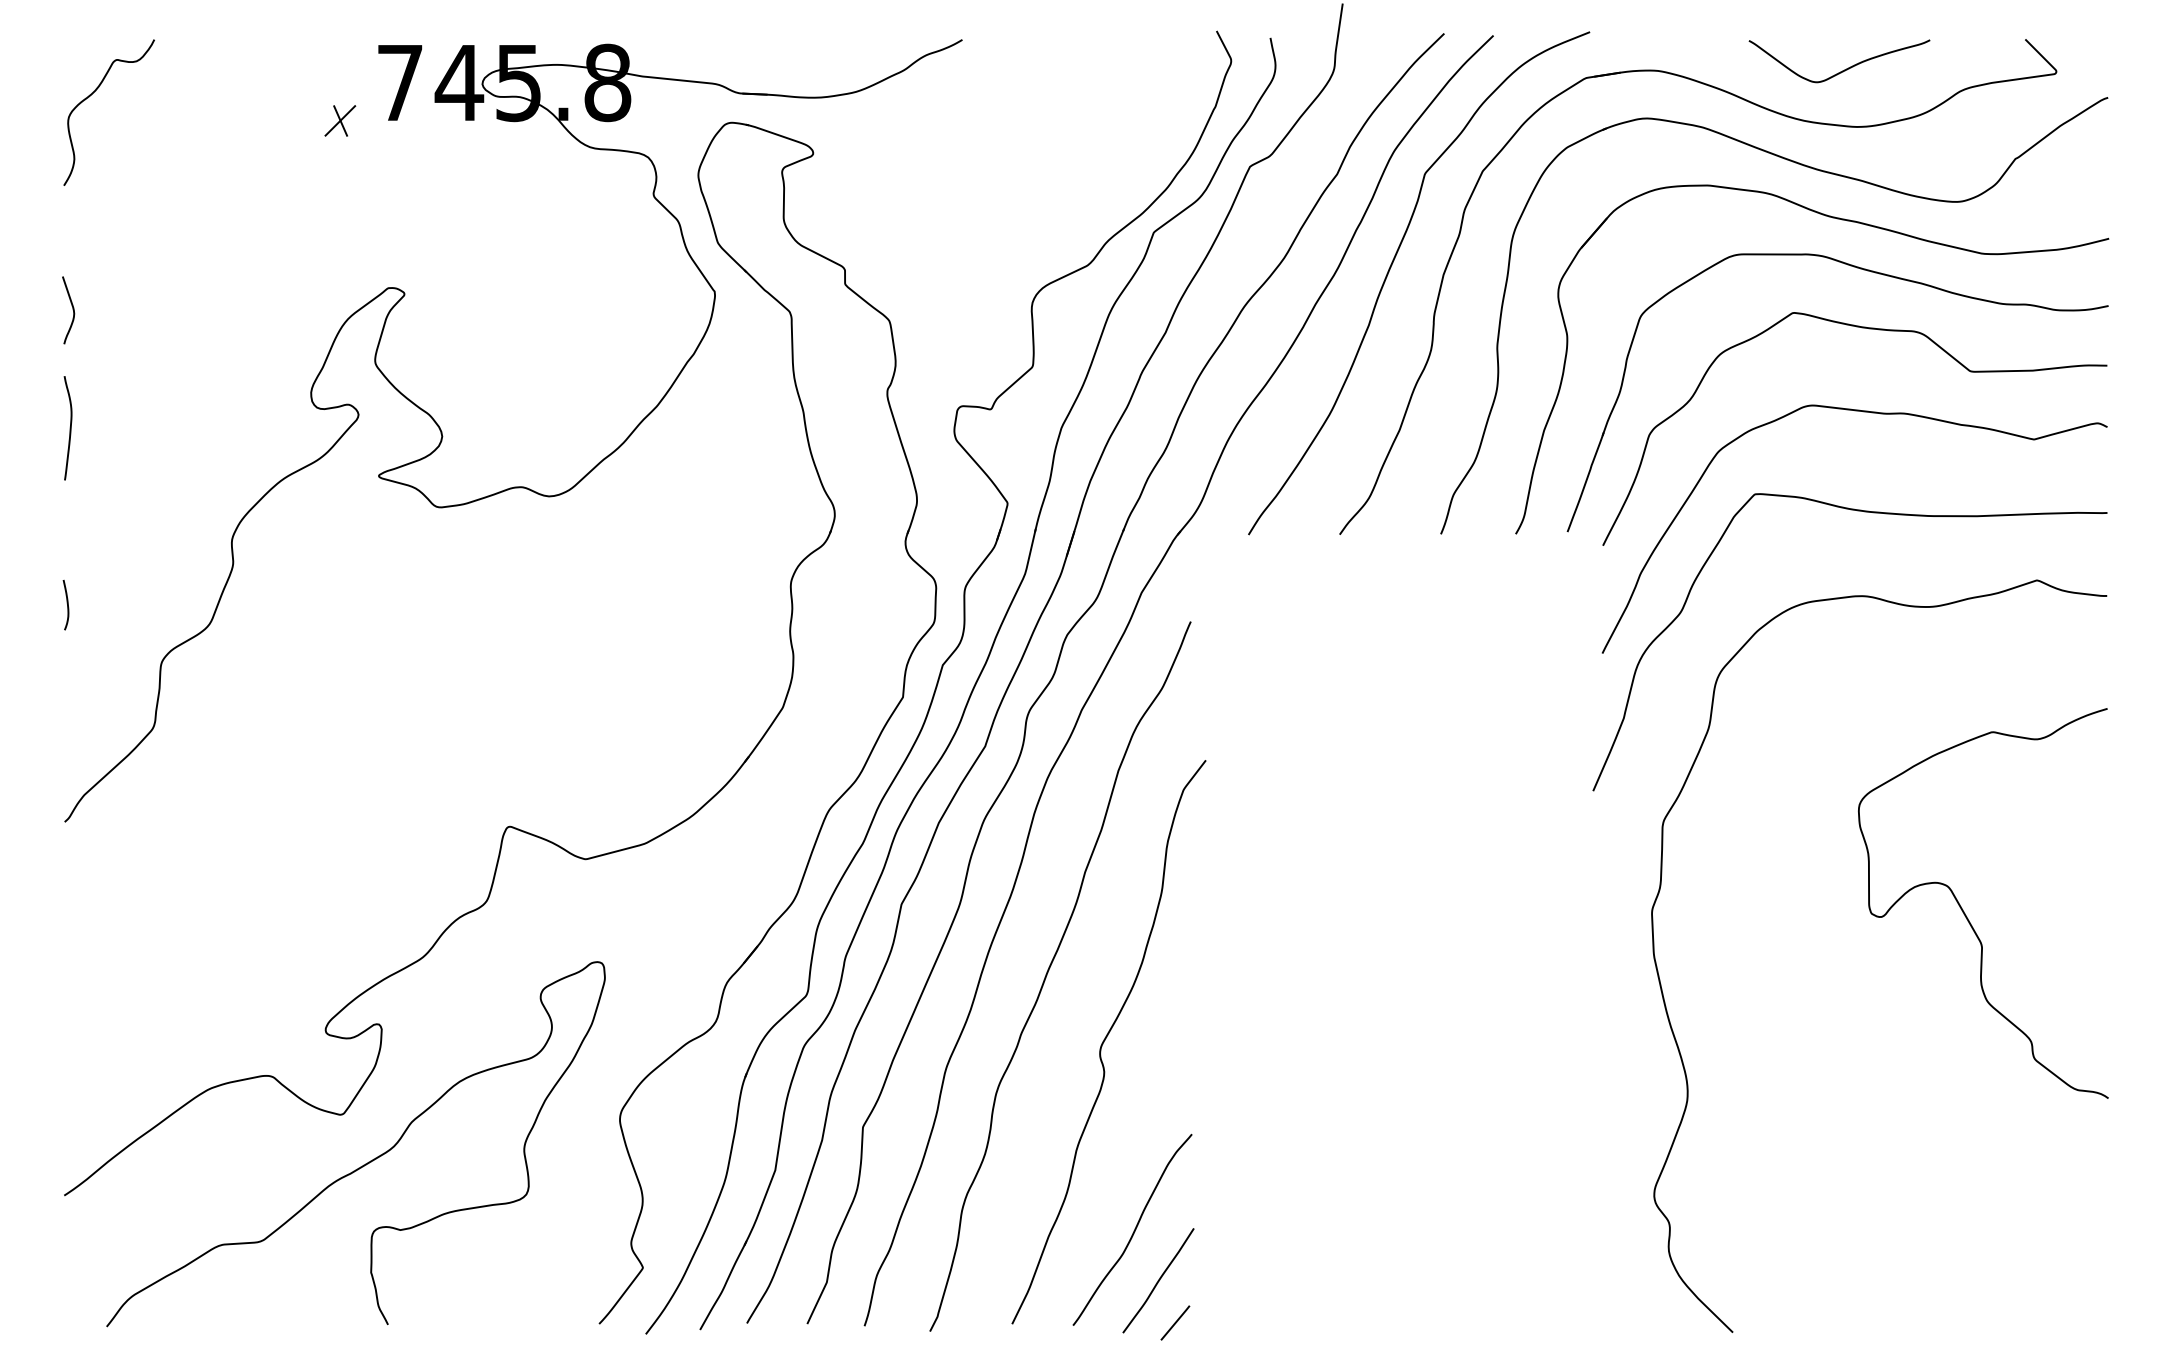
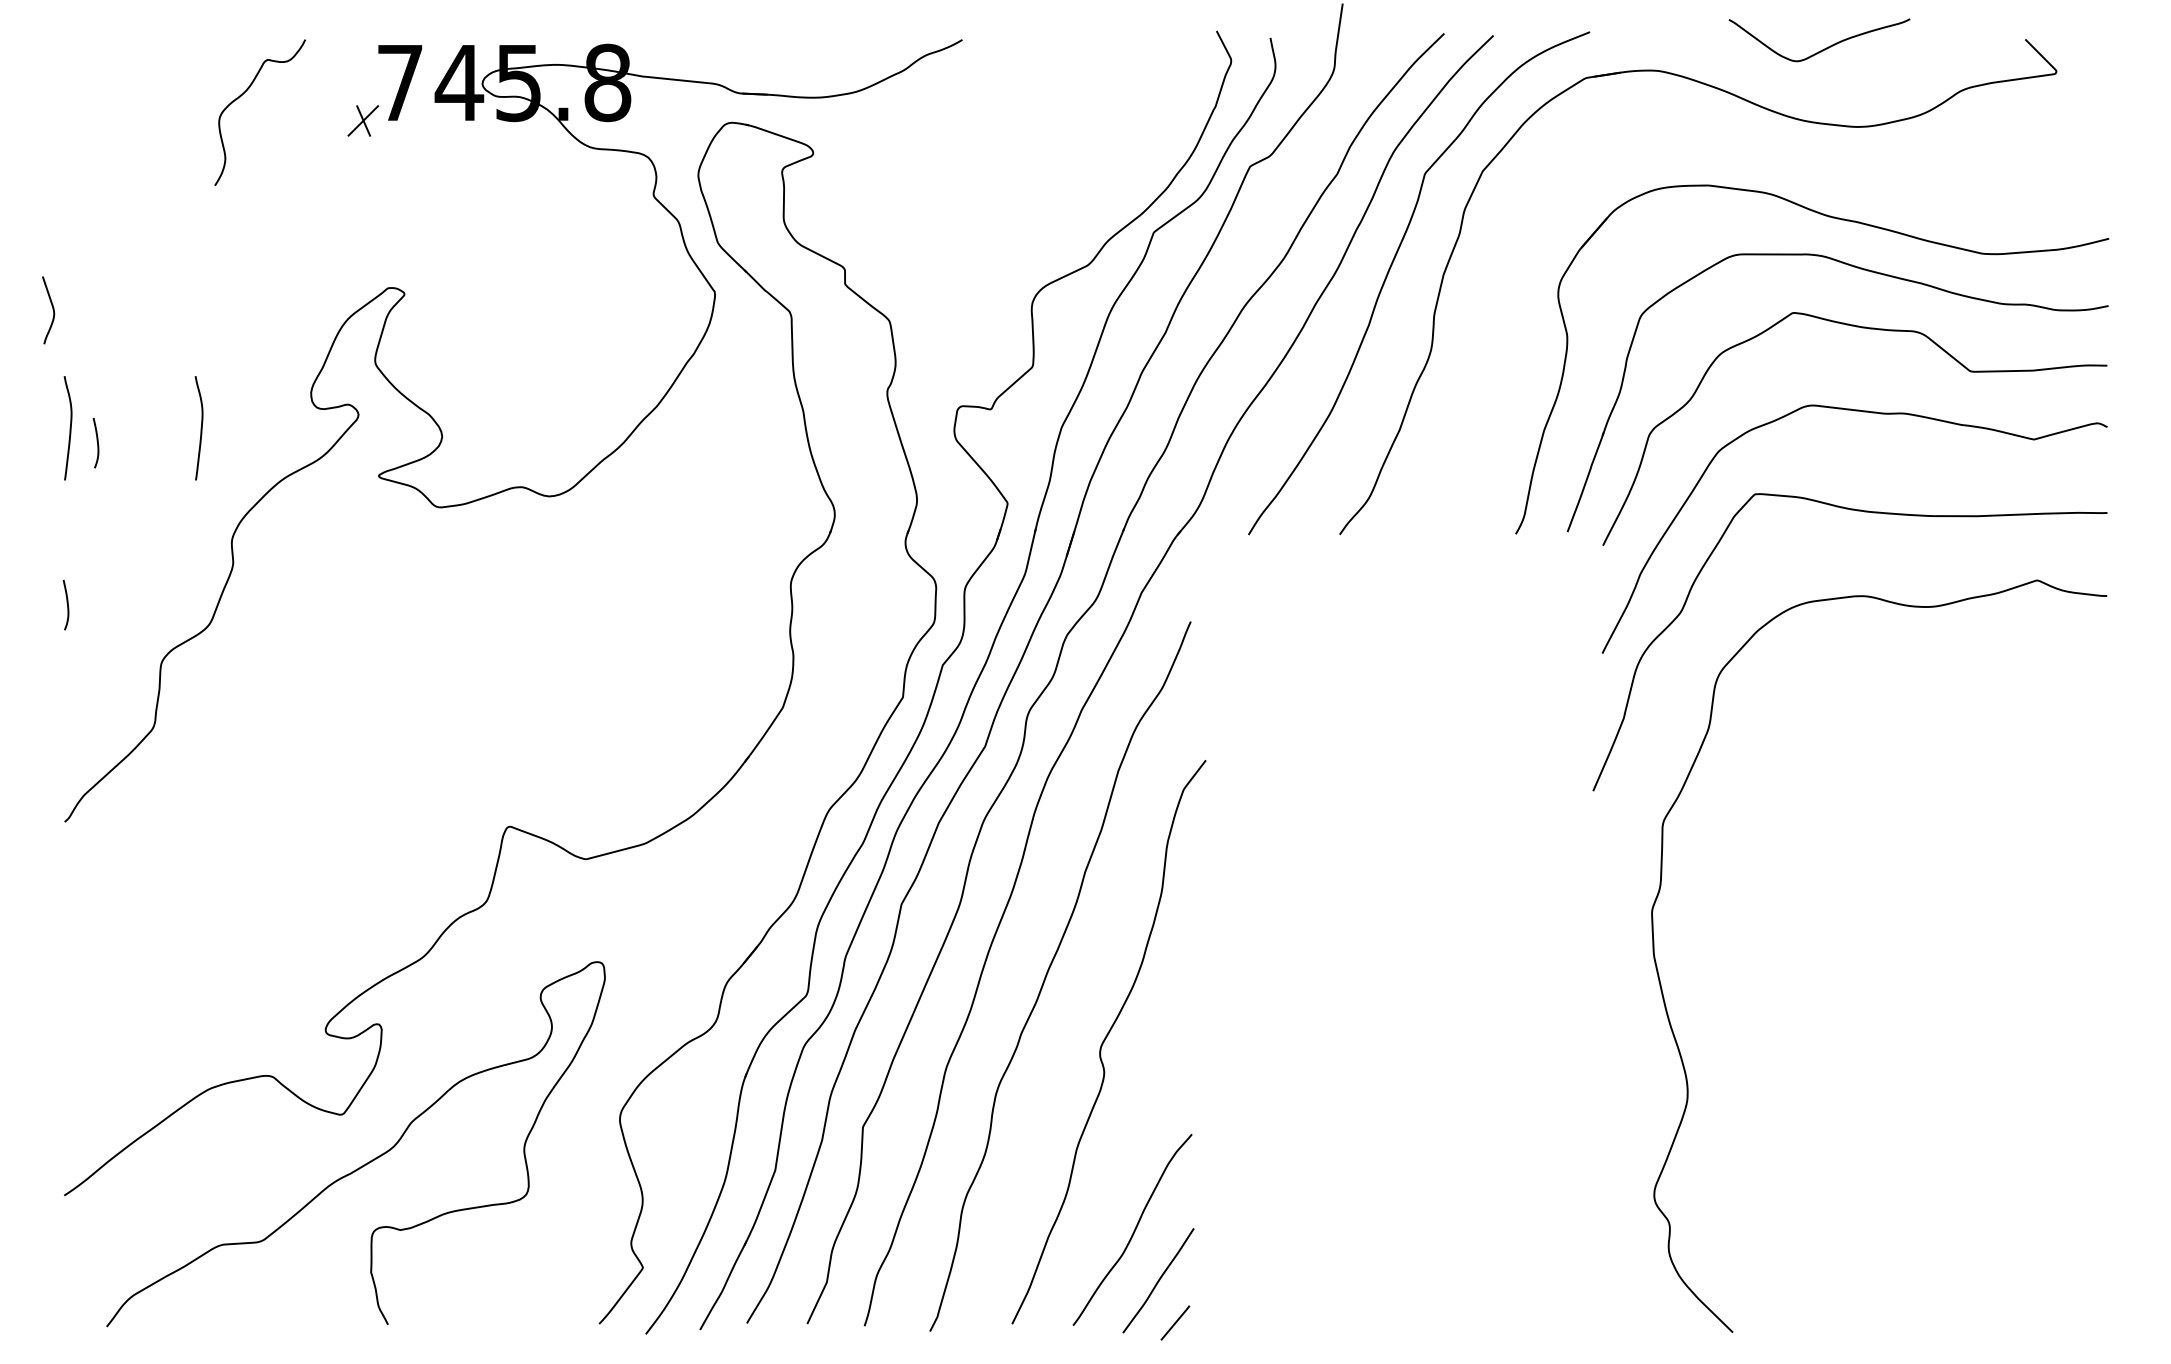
curve at (1844, 69) position: (1844, 69) -> (1824, 48)
curve at (91, 95) position: (91, 95) -> (242, 95)
part at (340, 120) position: (340, 120) -> (363, 120)
part at (1819, 171): present -> none
curve at (72, 309) position: (72, 309) -> (52, 309)
curve at (200, 428): none -> present
curve at (97, 443): none -> present
curve at (1965, 913): present -> none
